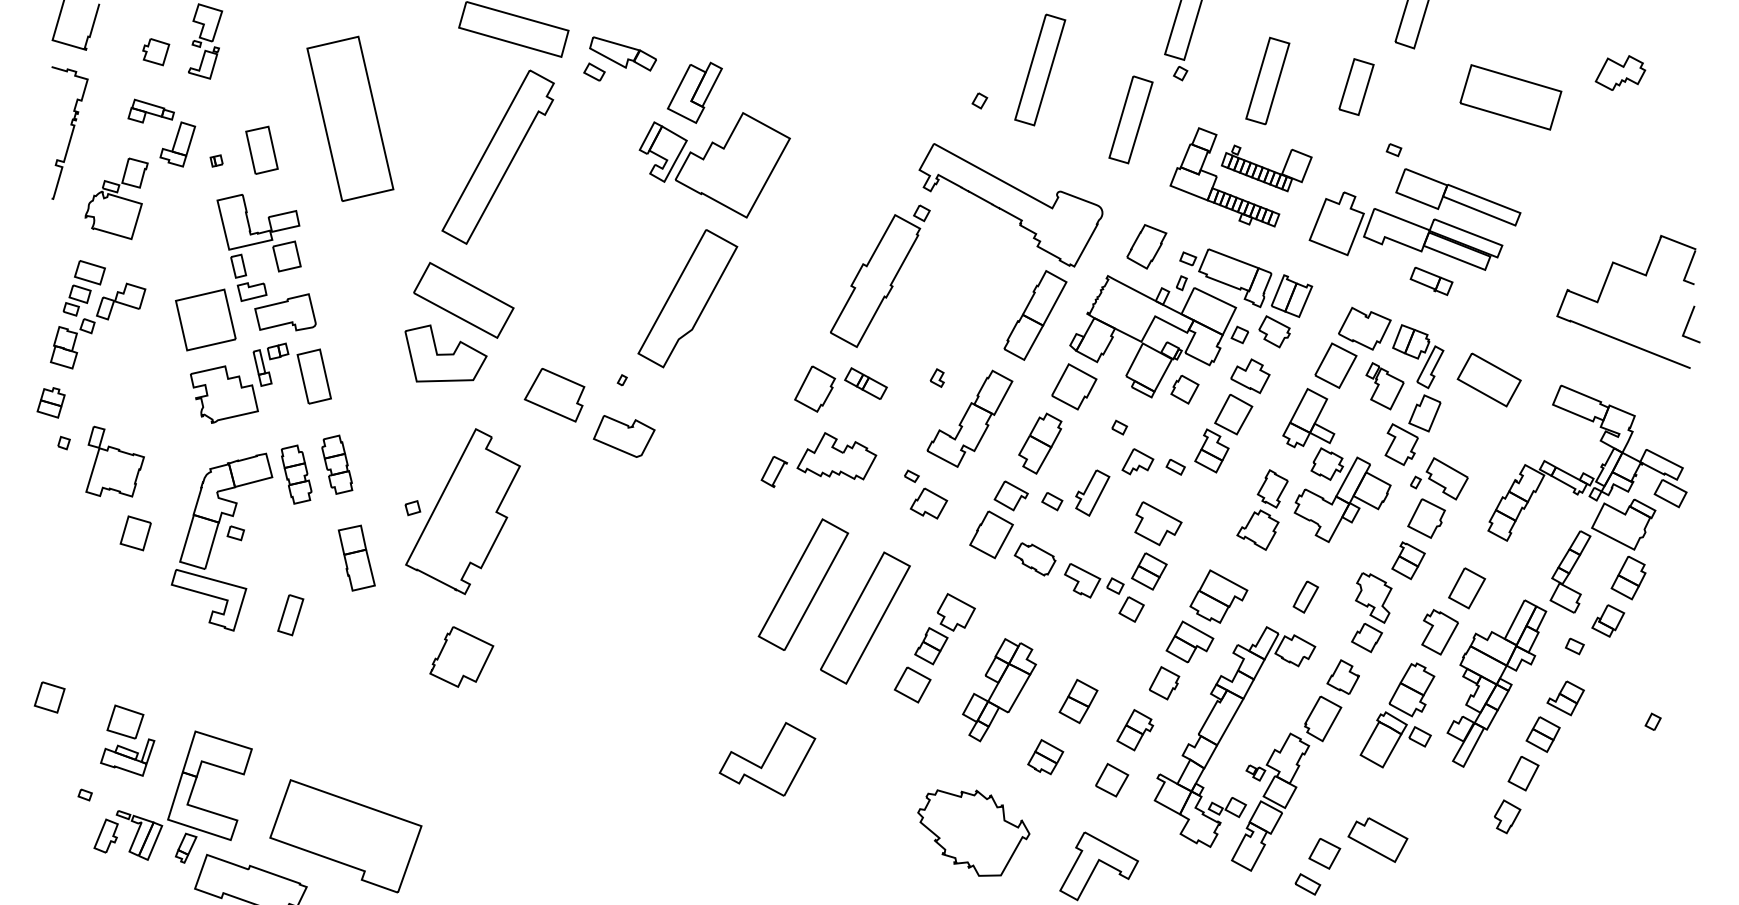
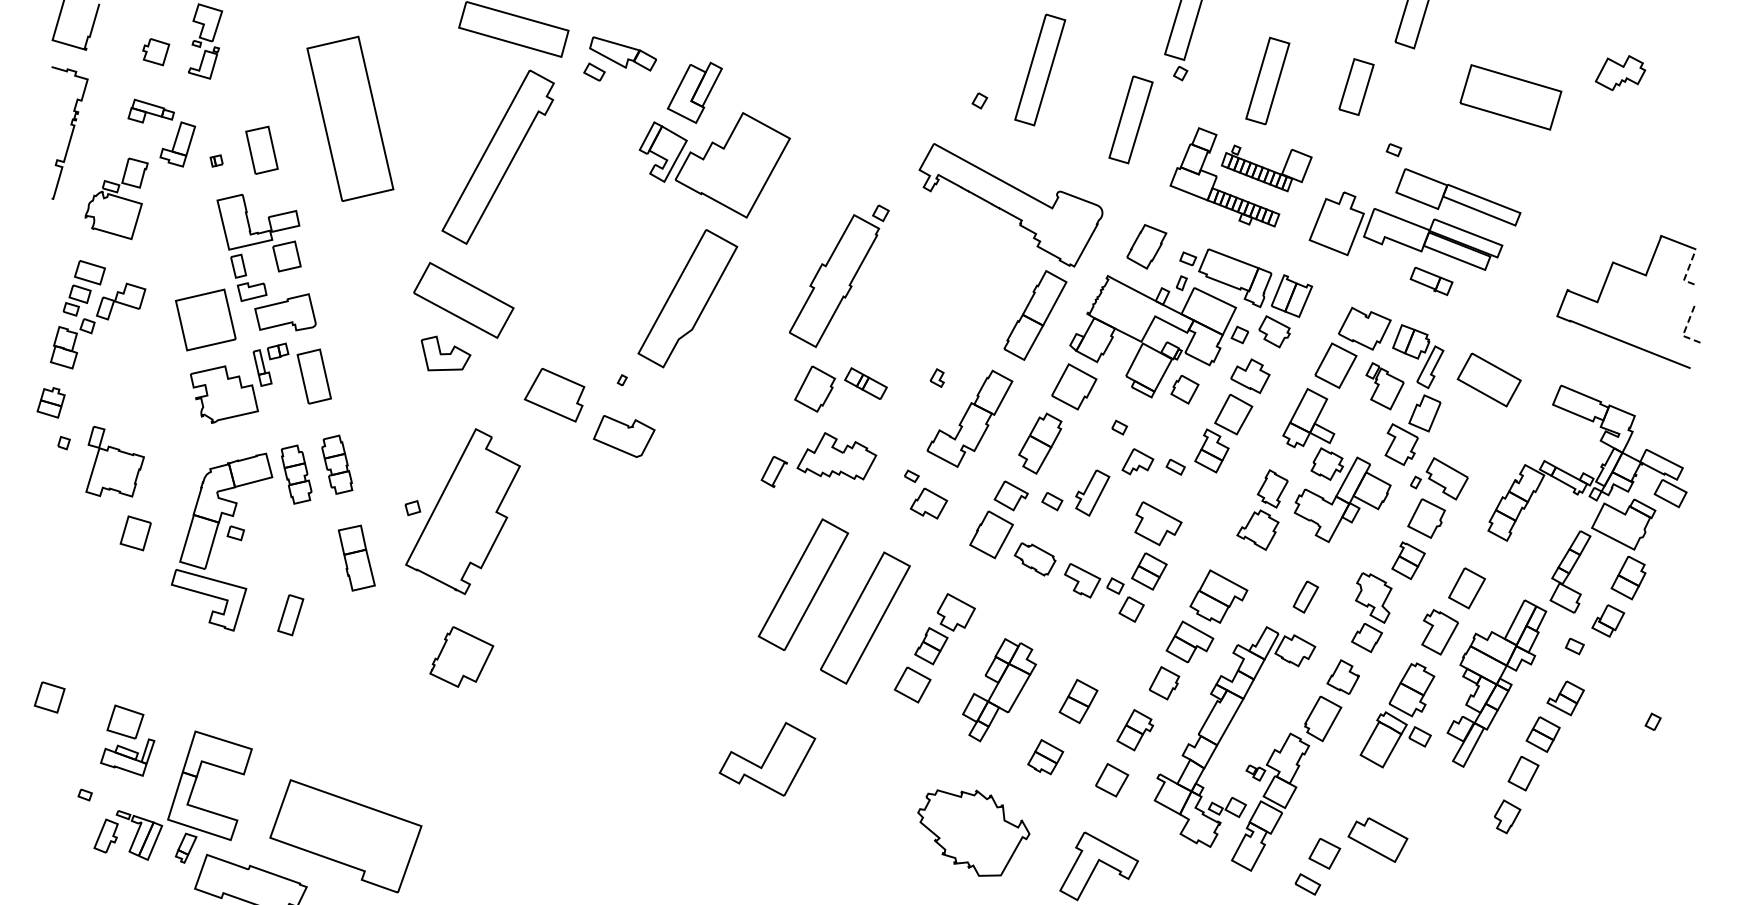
line at (1687, 271): solid -> dashed
part at (880, 275) position: (880, 275) -> (839, 275)
line at (1685, 329): solid -> dashed
part at (445, 353) size: 84x59 px -> 52x37 px
